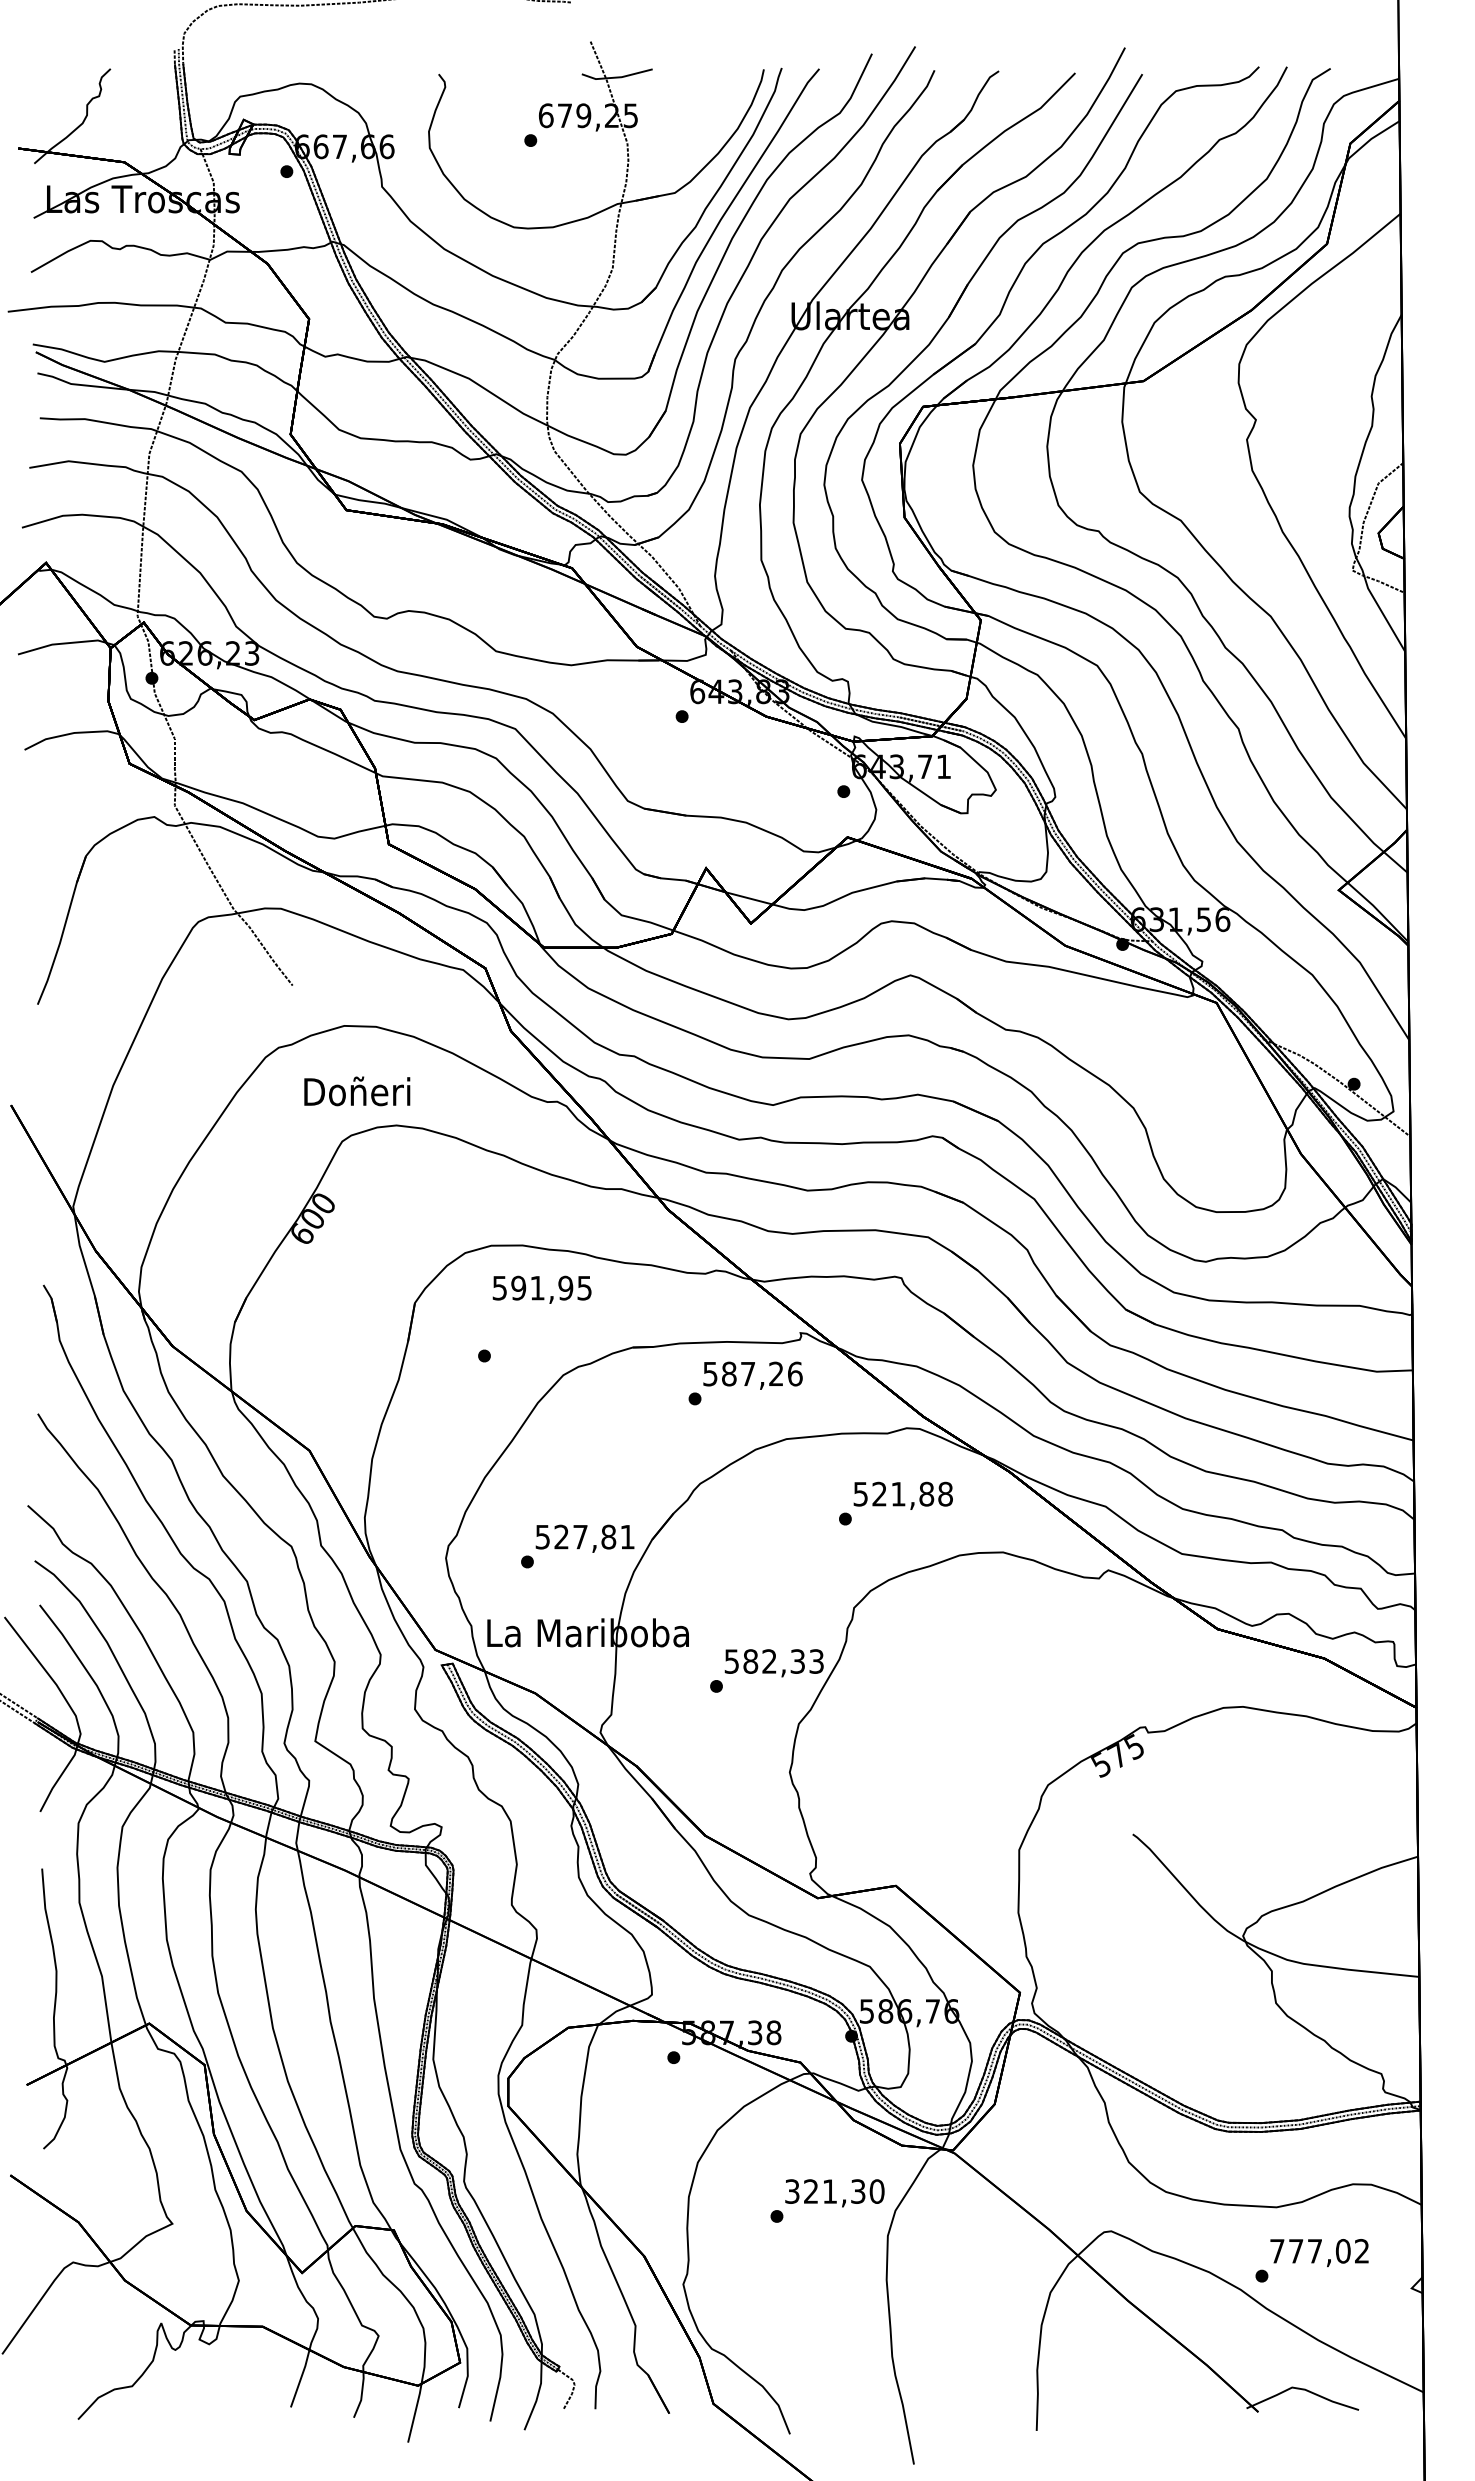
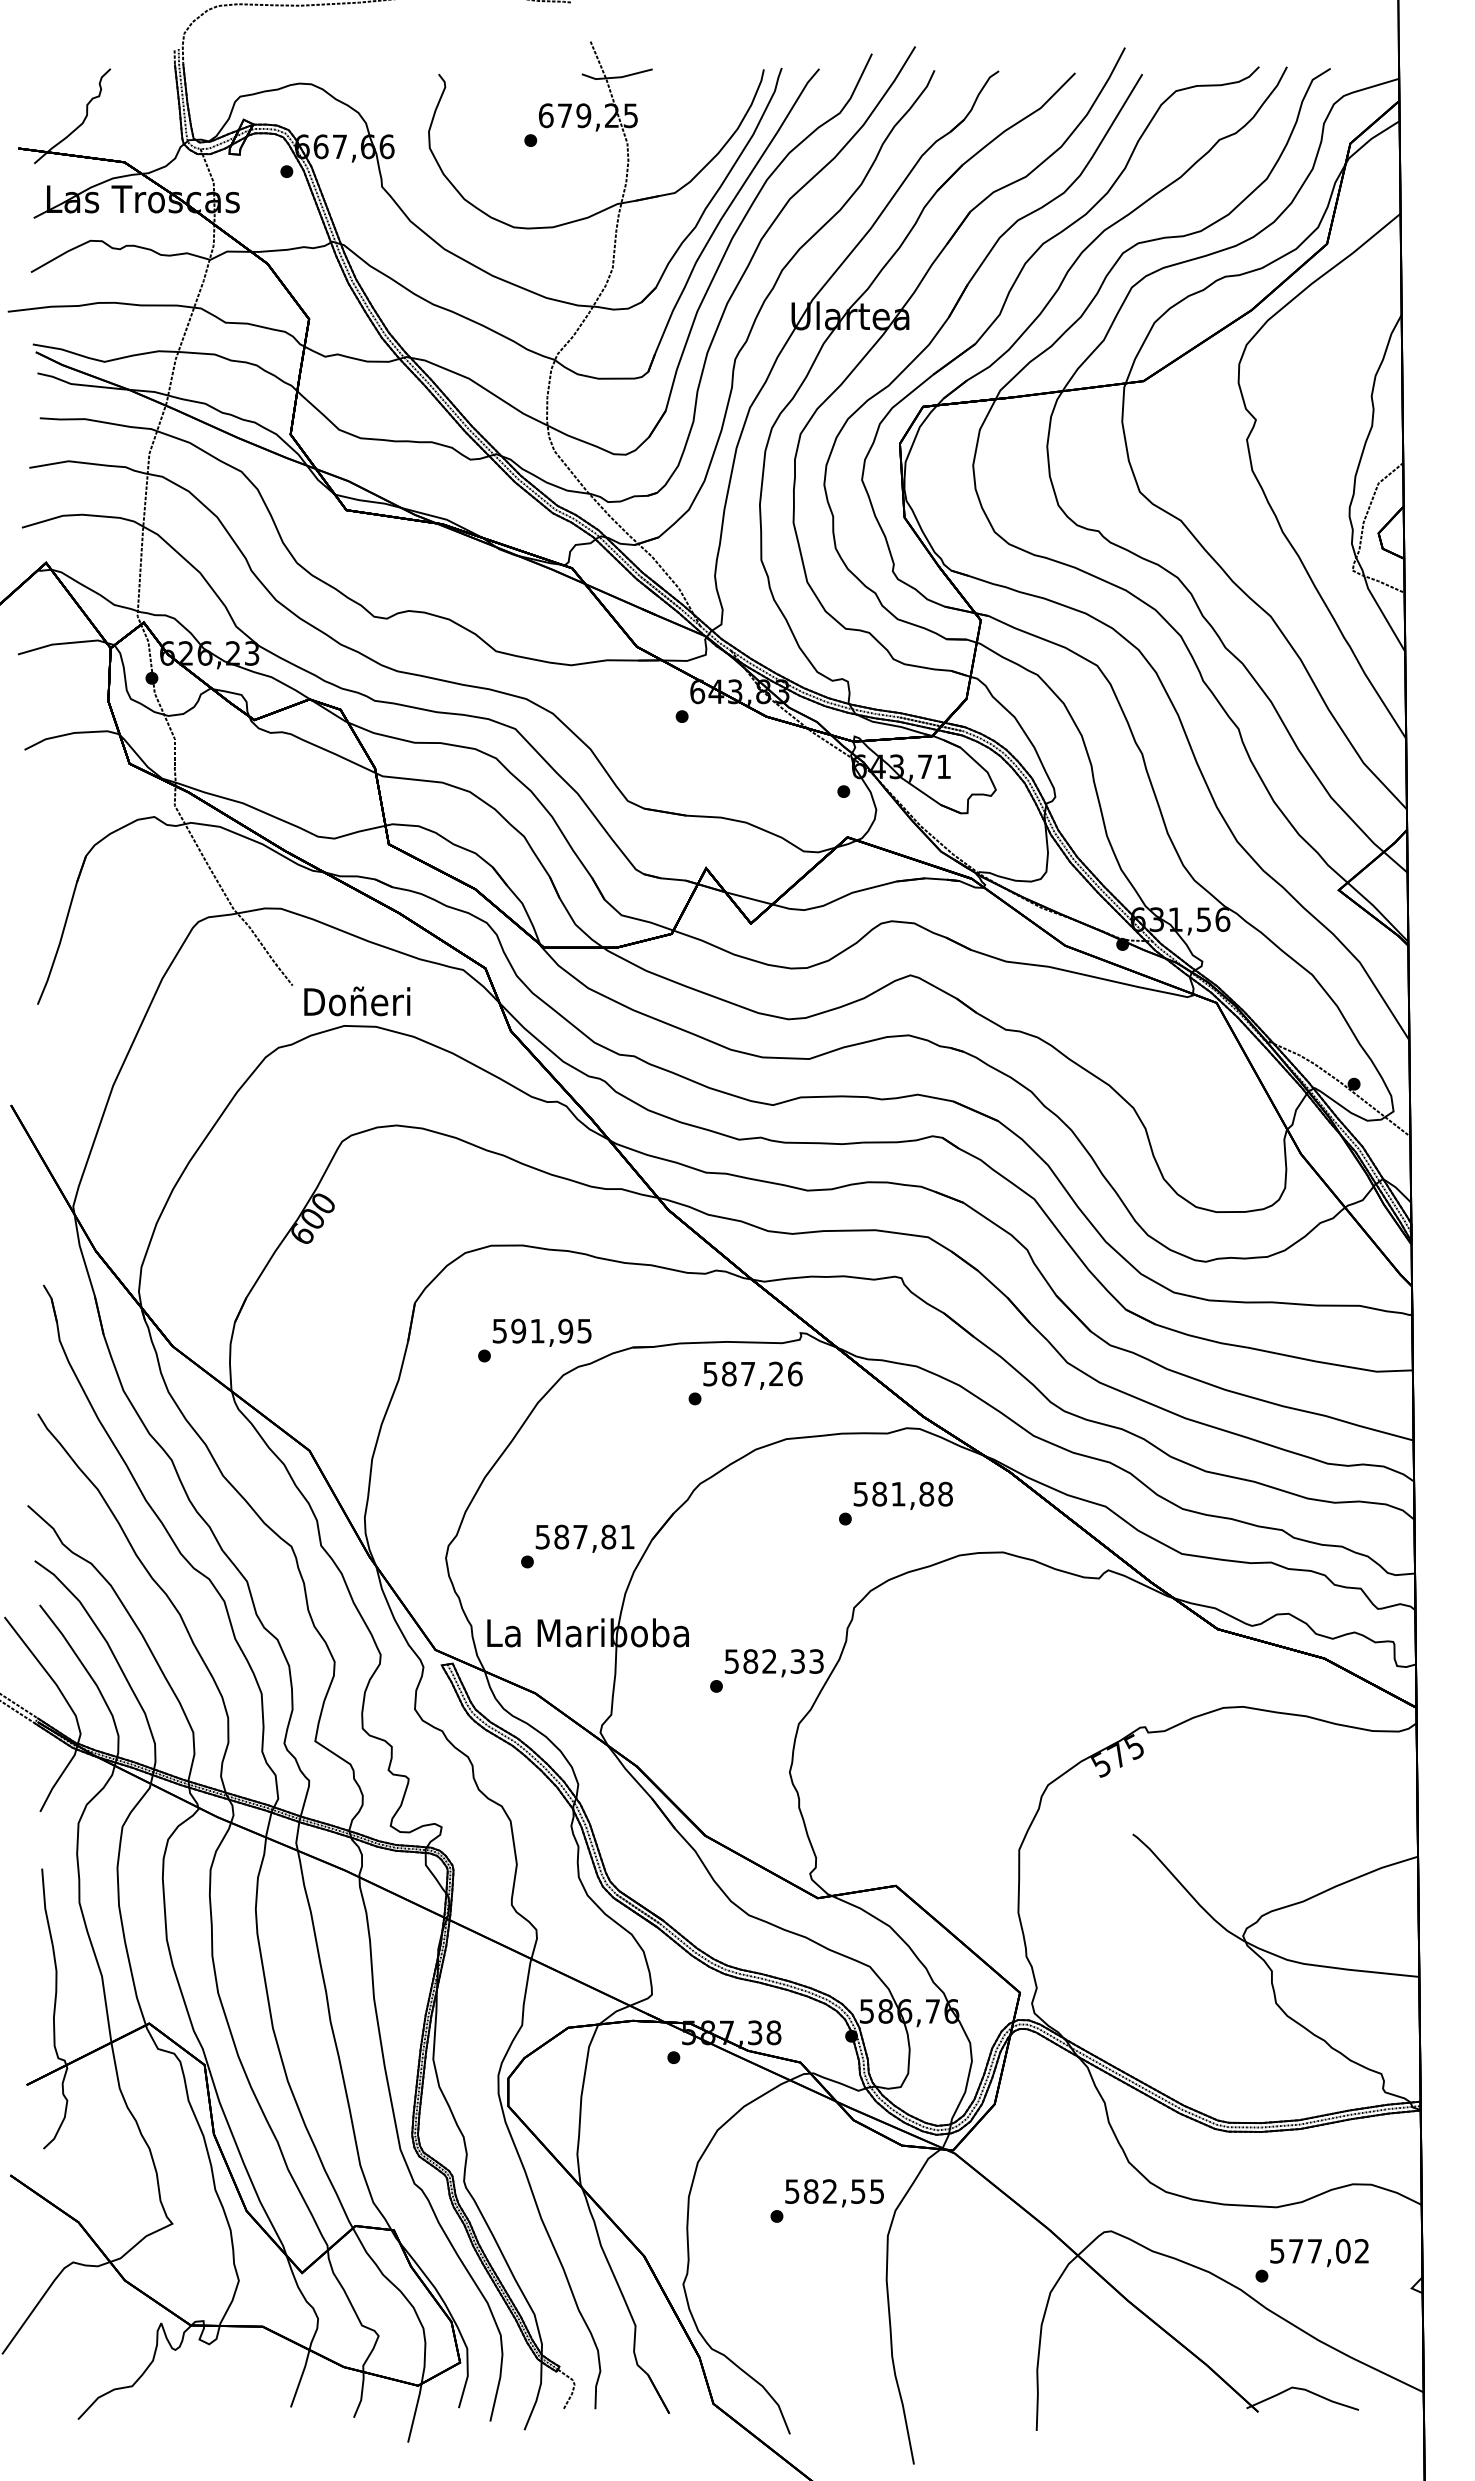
text at (357, 1091) position: (357, 1091) -> (357, 1001)
text at (541, 1289) position: (541, 1289) -> (541, 1332)
text at (879, 1493): 521,88 -> 581,88
text at (561, 1536): 527,81 -> 587,81
text at (835, 2191): 321,30 -> 582,55
text at (1277, 2251): 777,02 -> 577,02
